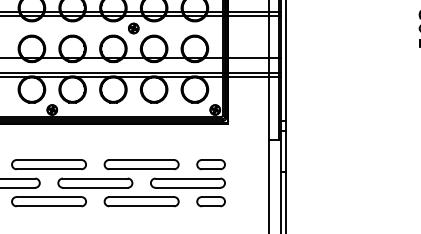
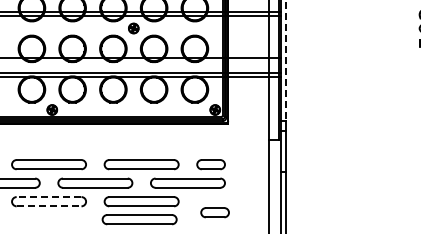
line at (286, 61): solid -> dashed
line at (48, 197): solid -> dashed
part at (210, 201) position: (210, 201) -> (214, 212)
line at (49, 206): solid -> dashed
part at (139, 219): none -> present
